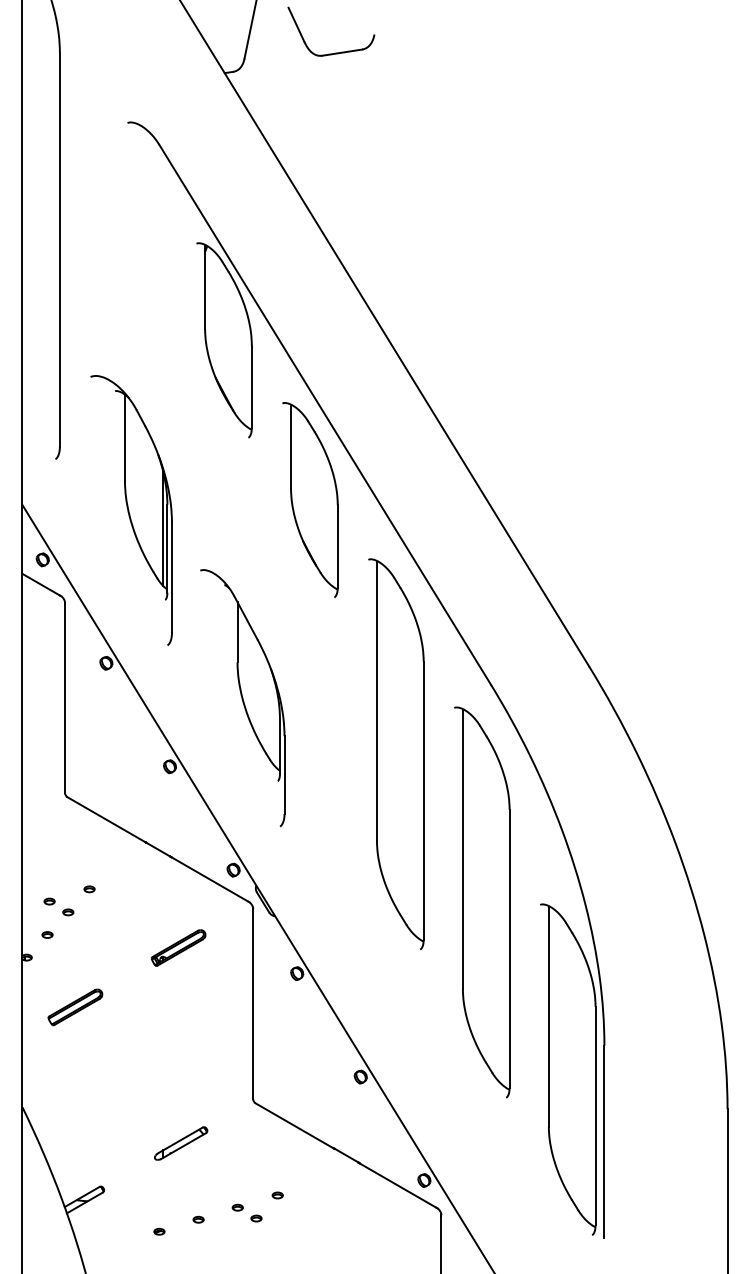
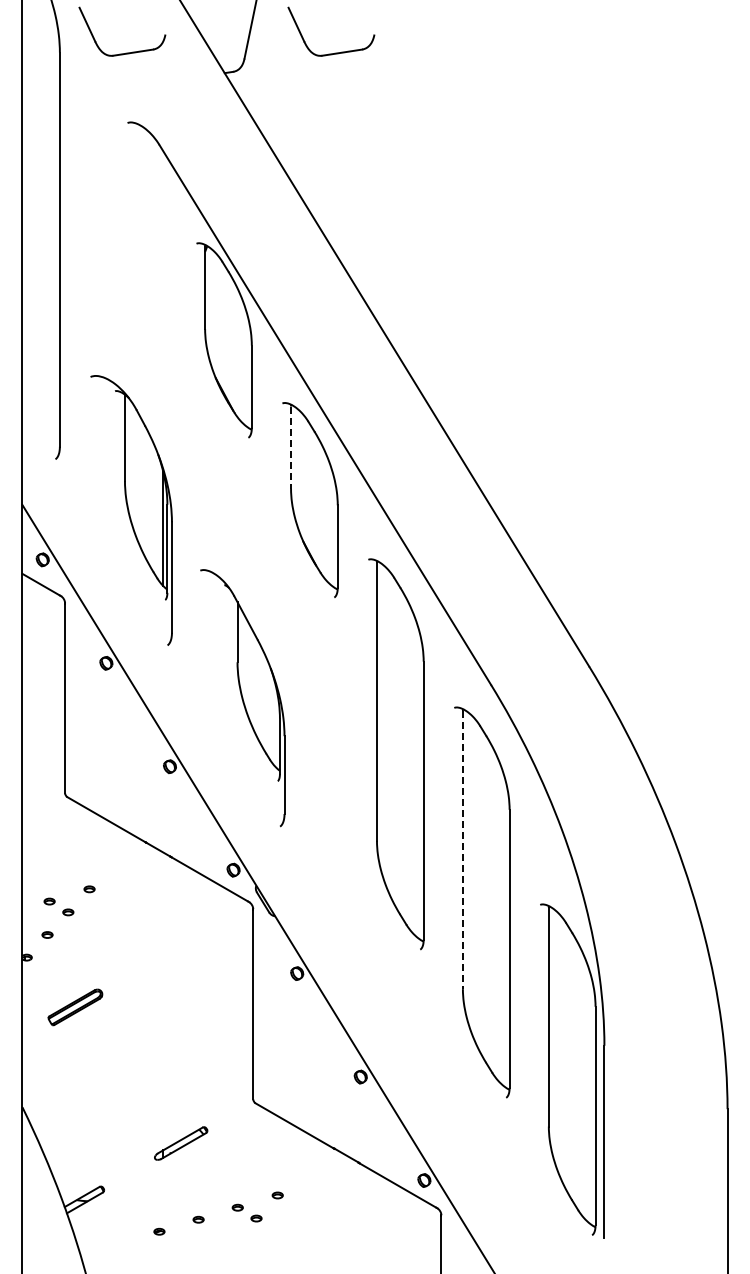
part at (126, 52): none -> present
line at (291, 448): solid -> dashed
line at (462, 850): solid -> dashed
part at (178, 947): present -> none
